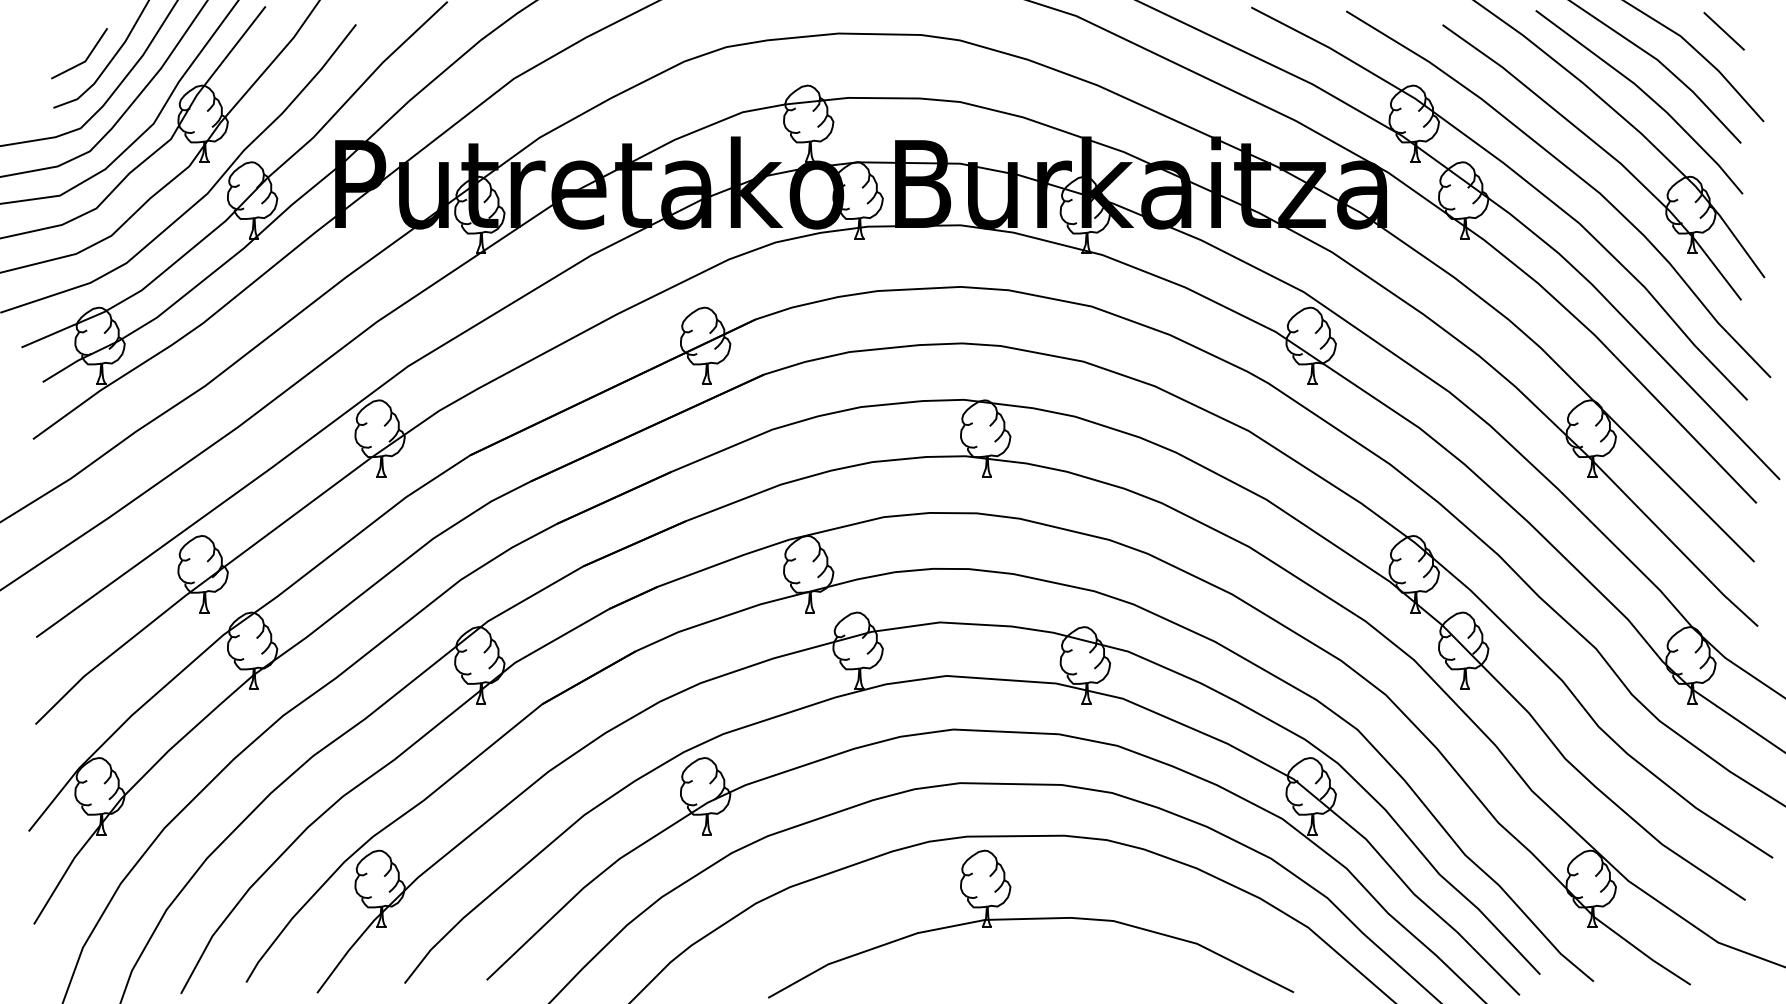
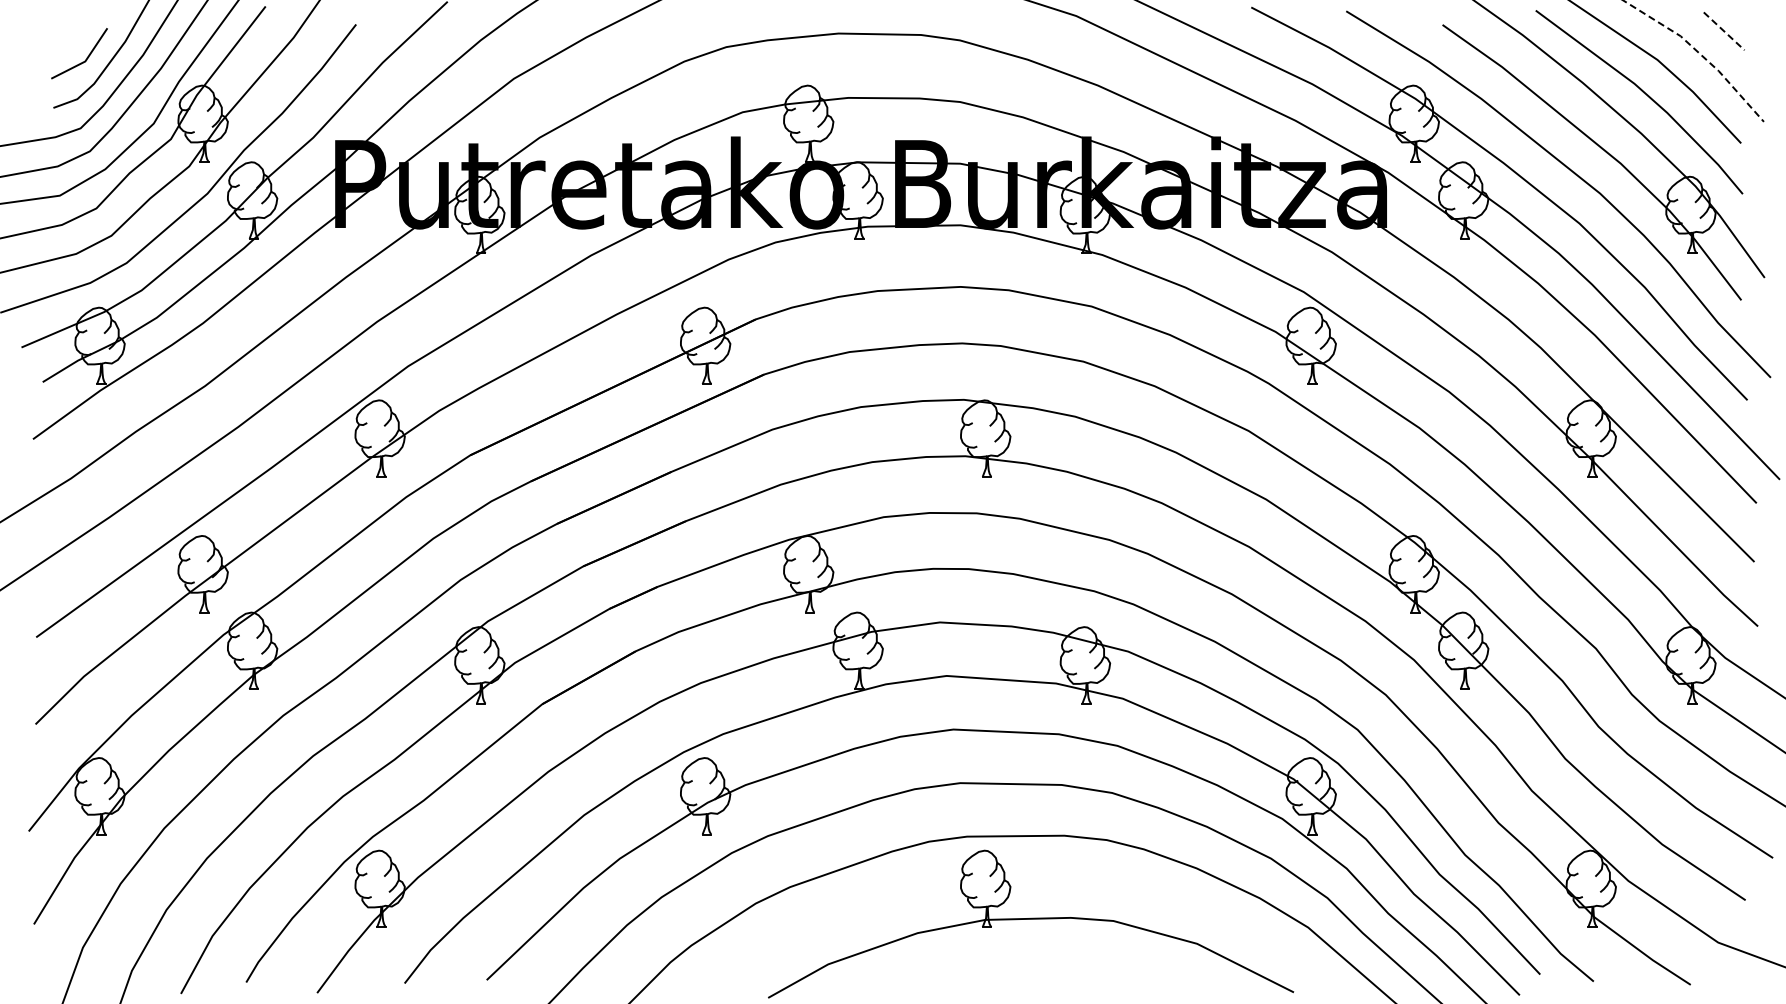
line at (1724, 31): solid -> dashed
line at (1699, 53): solid -> dashed
